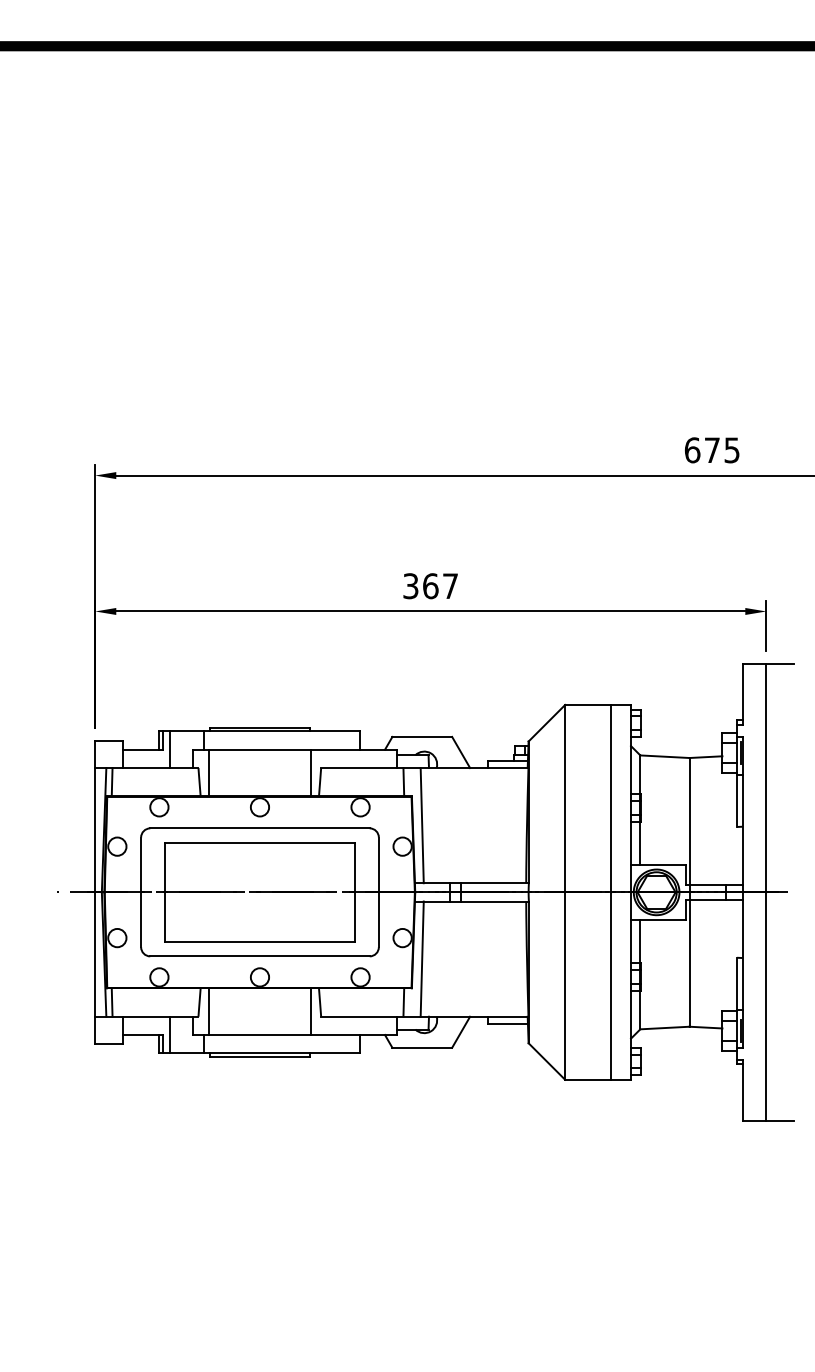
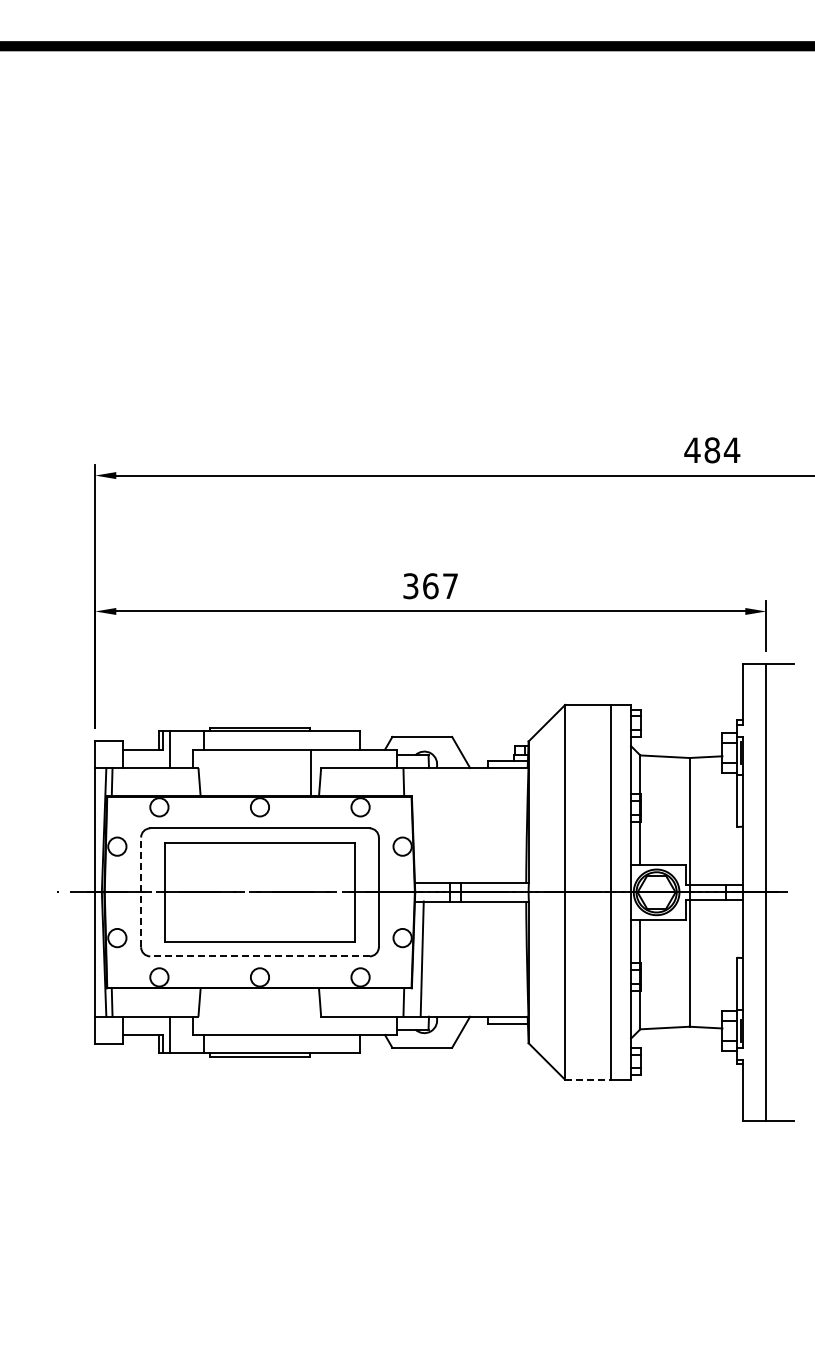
text at (712, 450): 675 -> 484
line at (208, 772): present -> none
line at (421, 825): present -> none
line at (141, 892): solid -> dashed
line at (260, 956): solid -> dashed
line at (208, 1011): present -> none
line at (310, 1011): present -> none
line at (588, 1079): solid -> dashed
